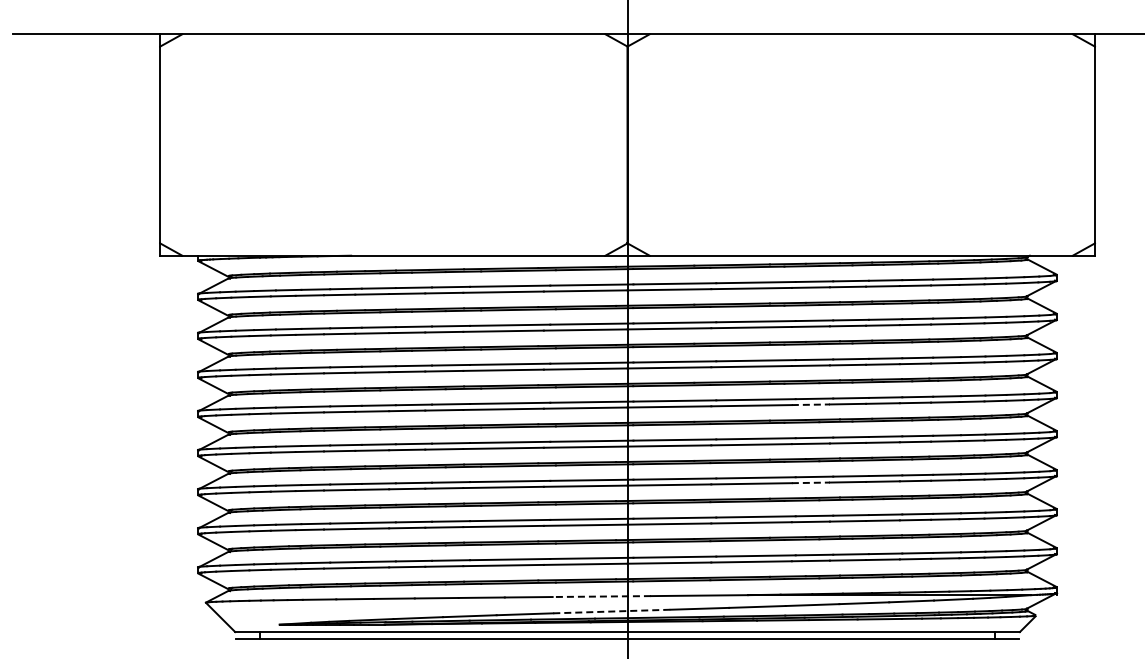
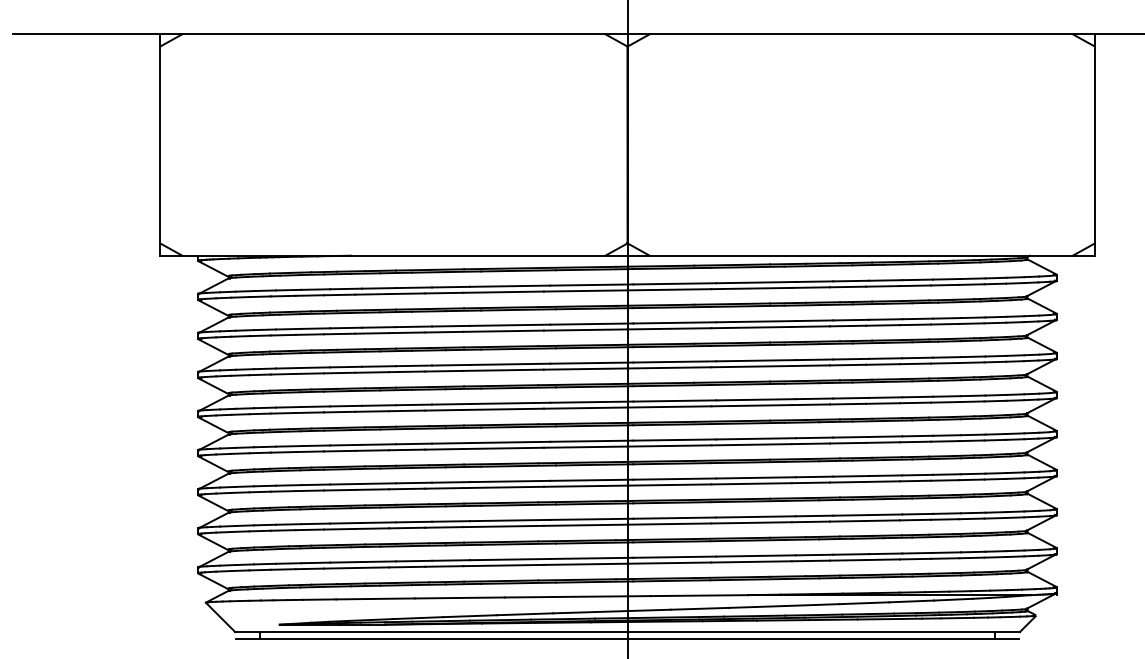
line at (811, 404): dashed -> solid
line at (811, 482): dashed -> solid
line at (601, 596): dashed -> solid
line at (611, 611): dashed -> solid
